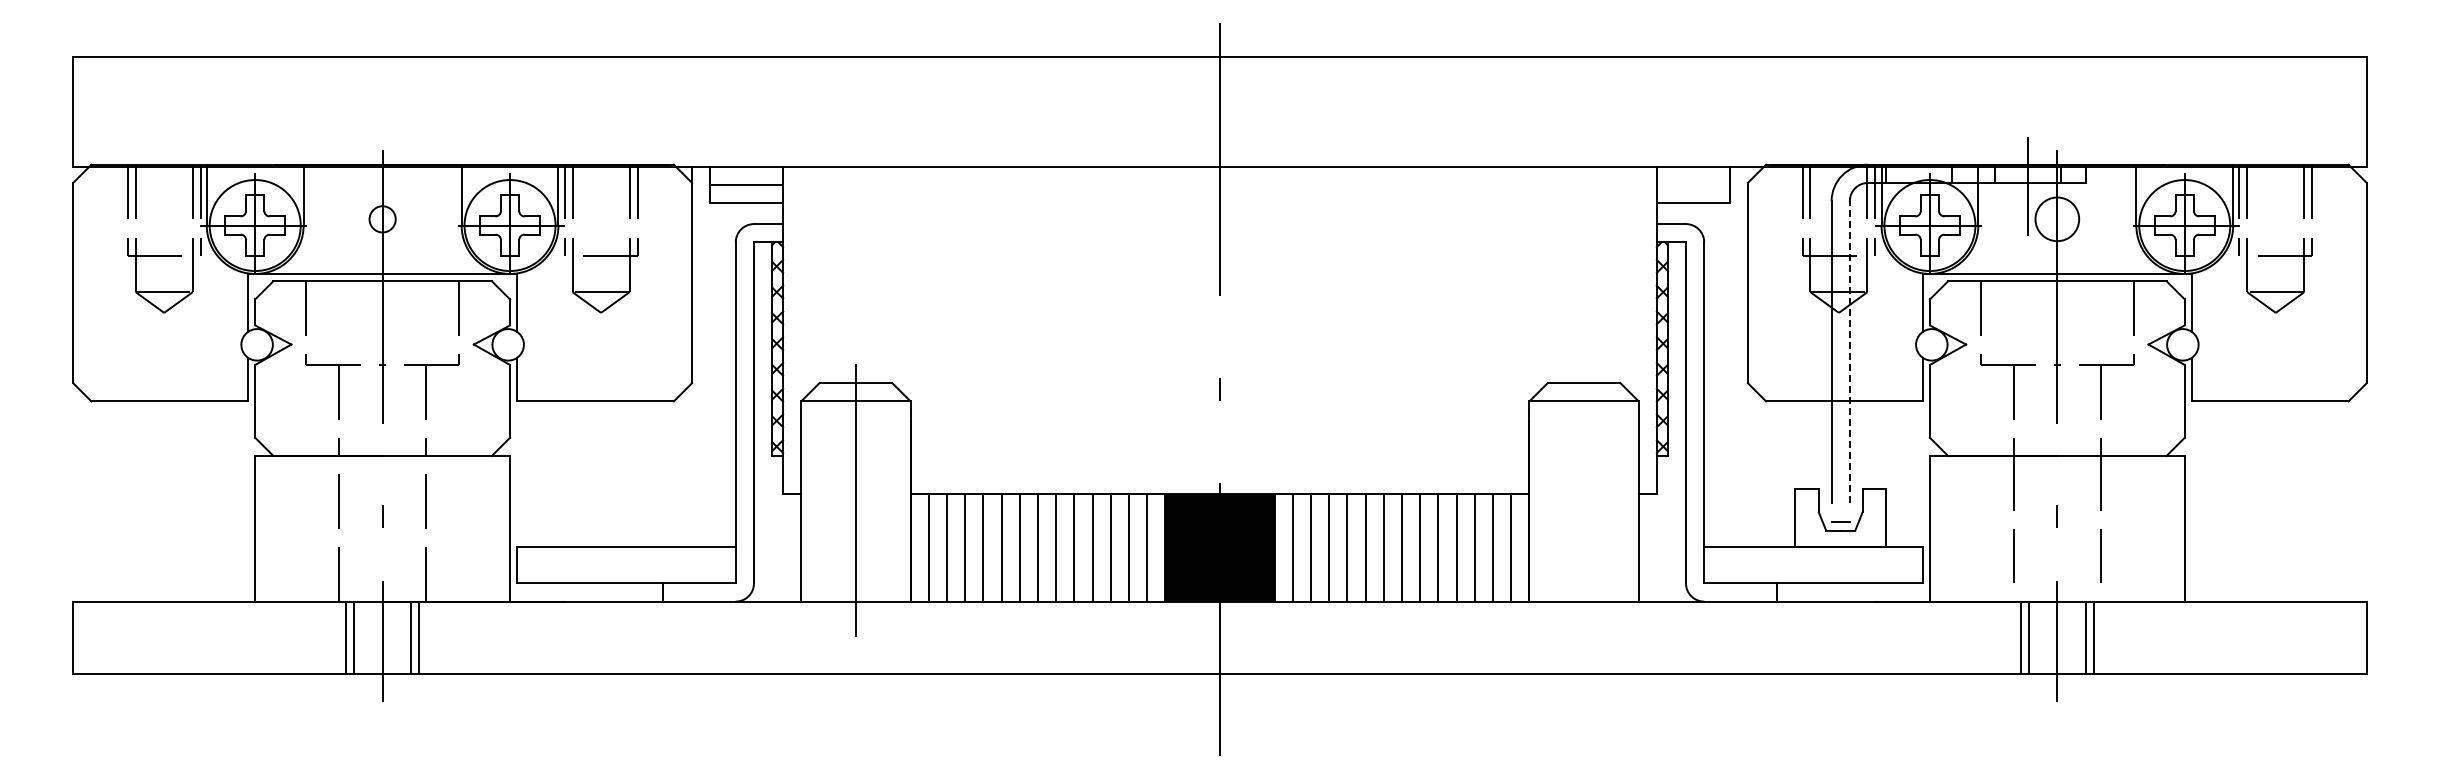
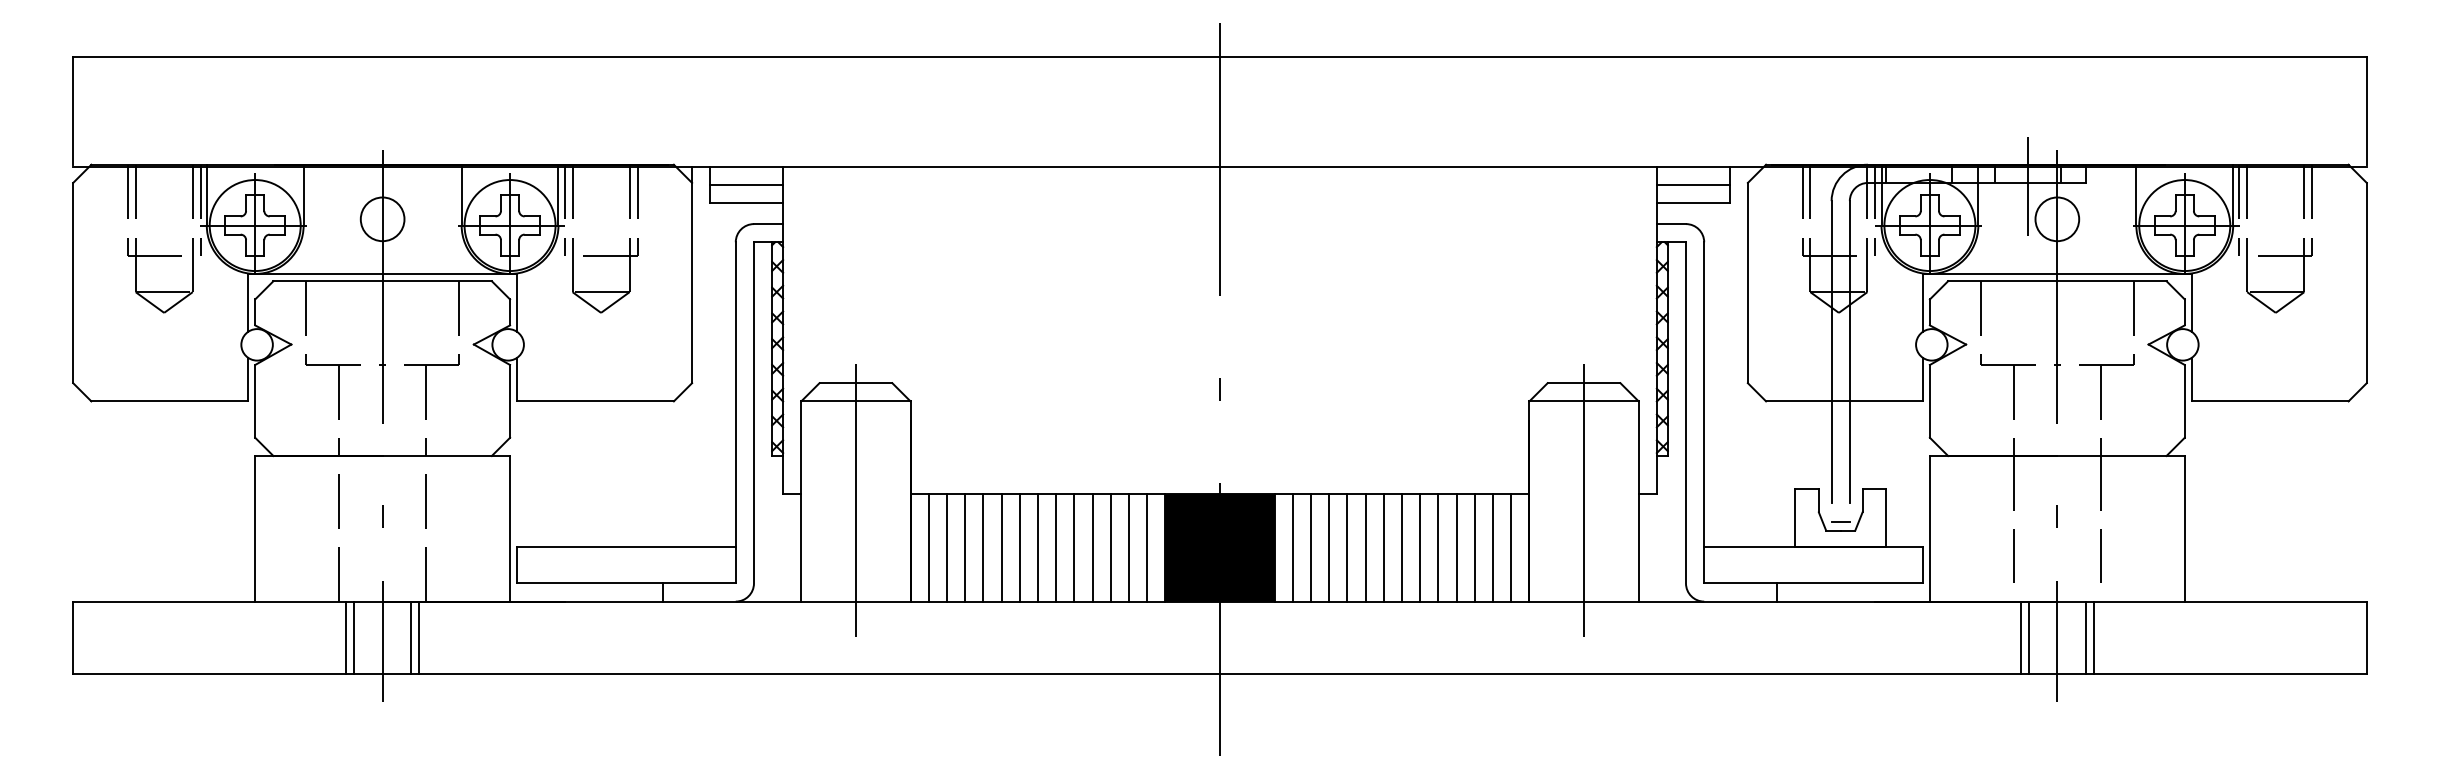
line at (1692, 184): none -> present
circle at (382, 219) diameter: 26 px -> 44 px
line at (1849, 351): dashed -> solid
line at (1584, 502): none -> present
